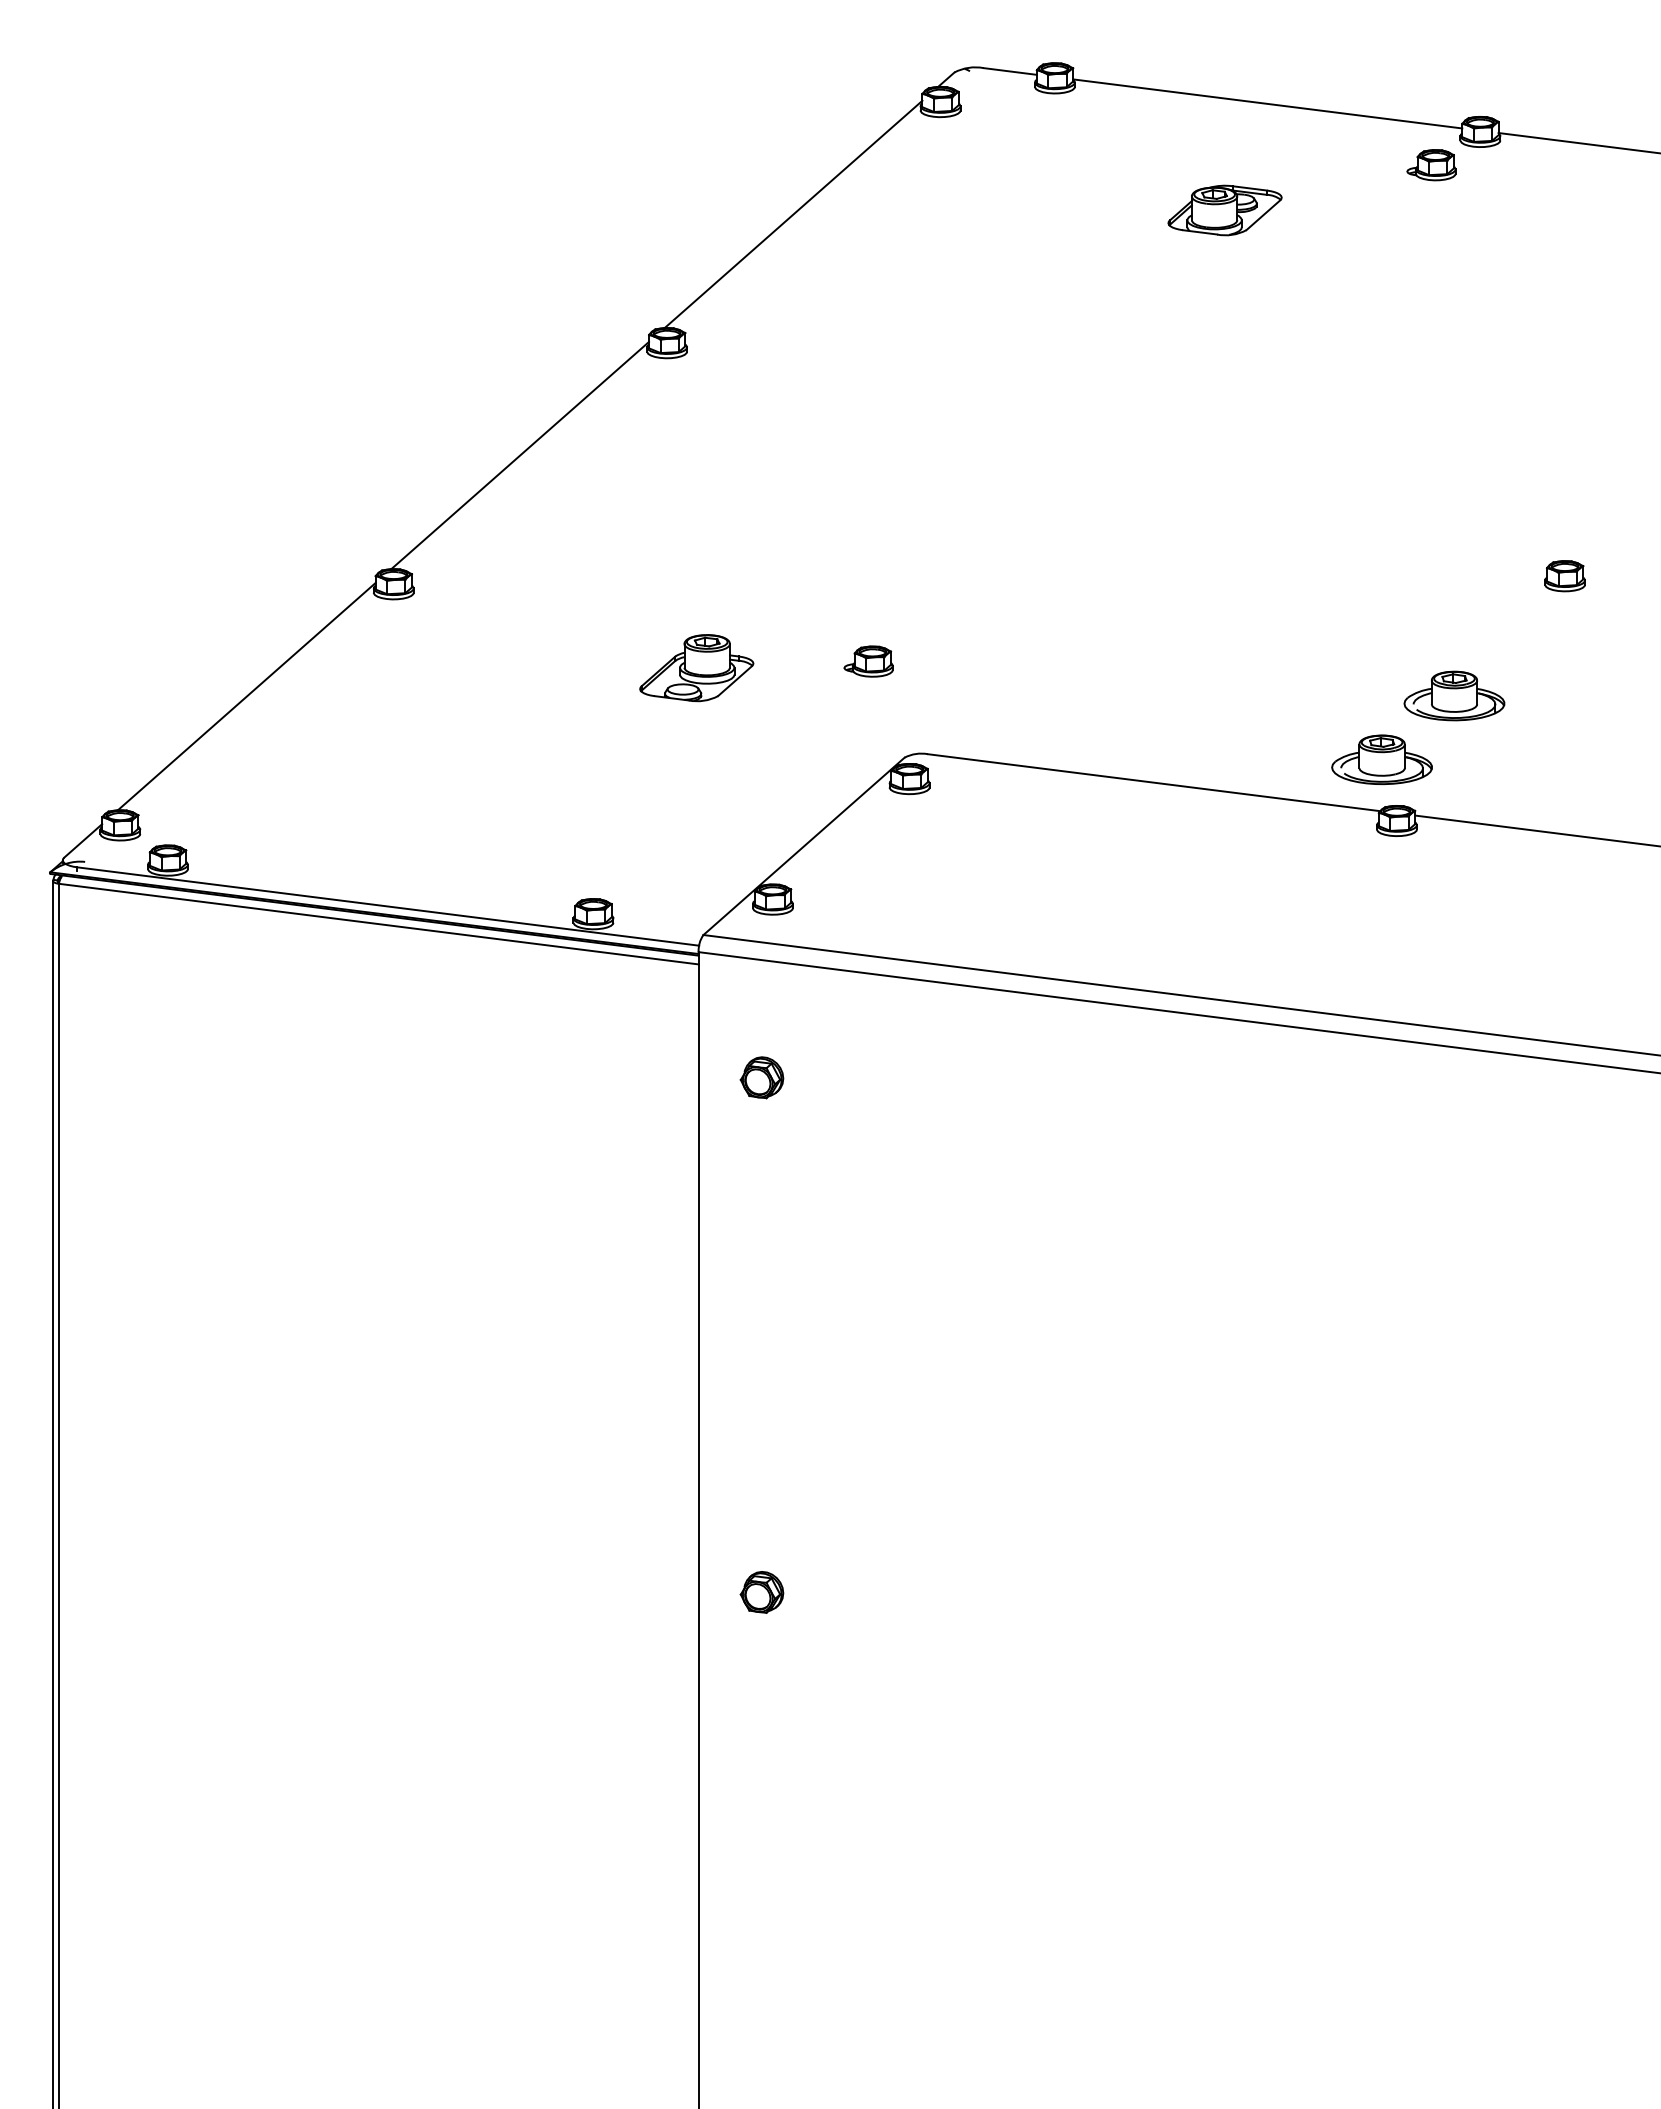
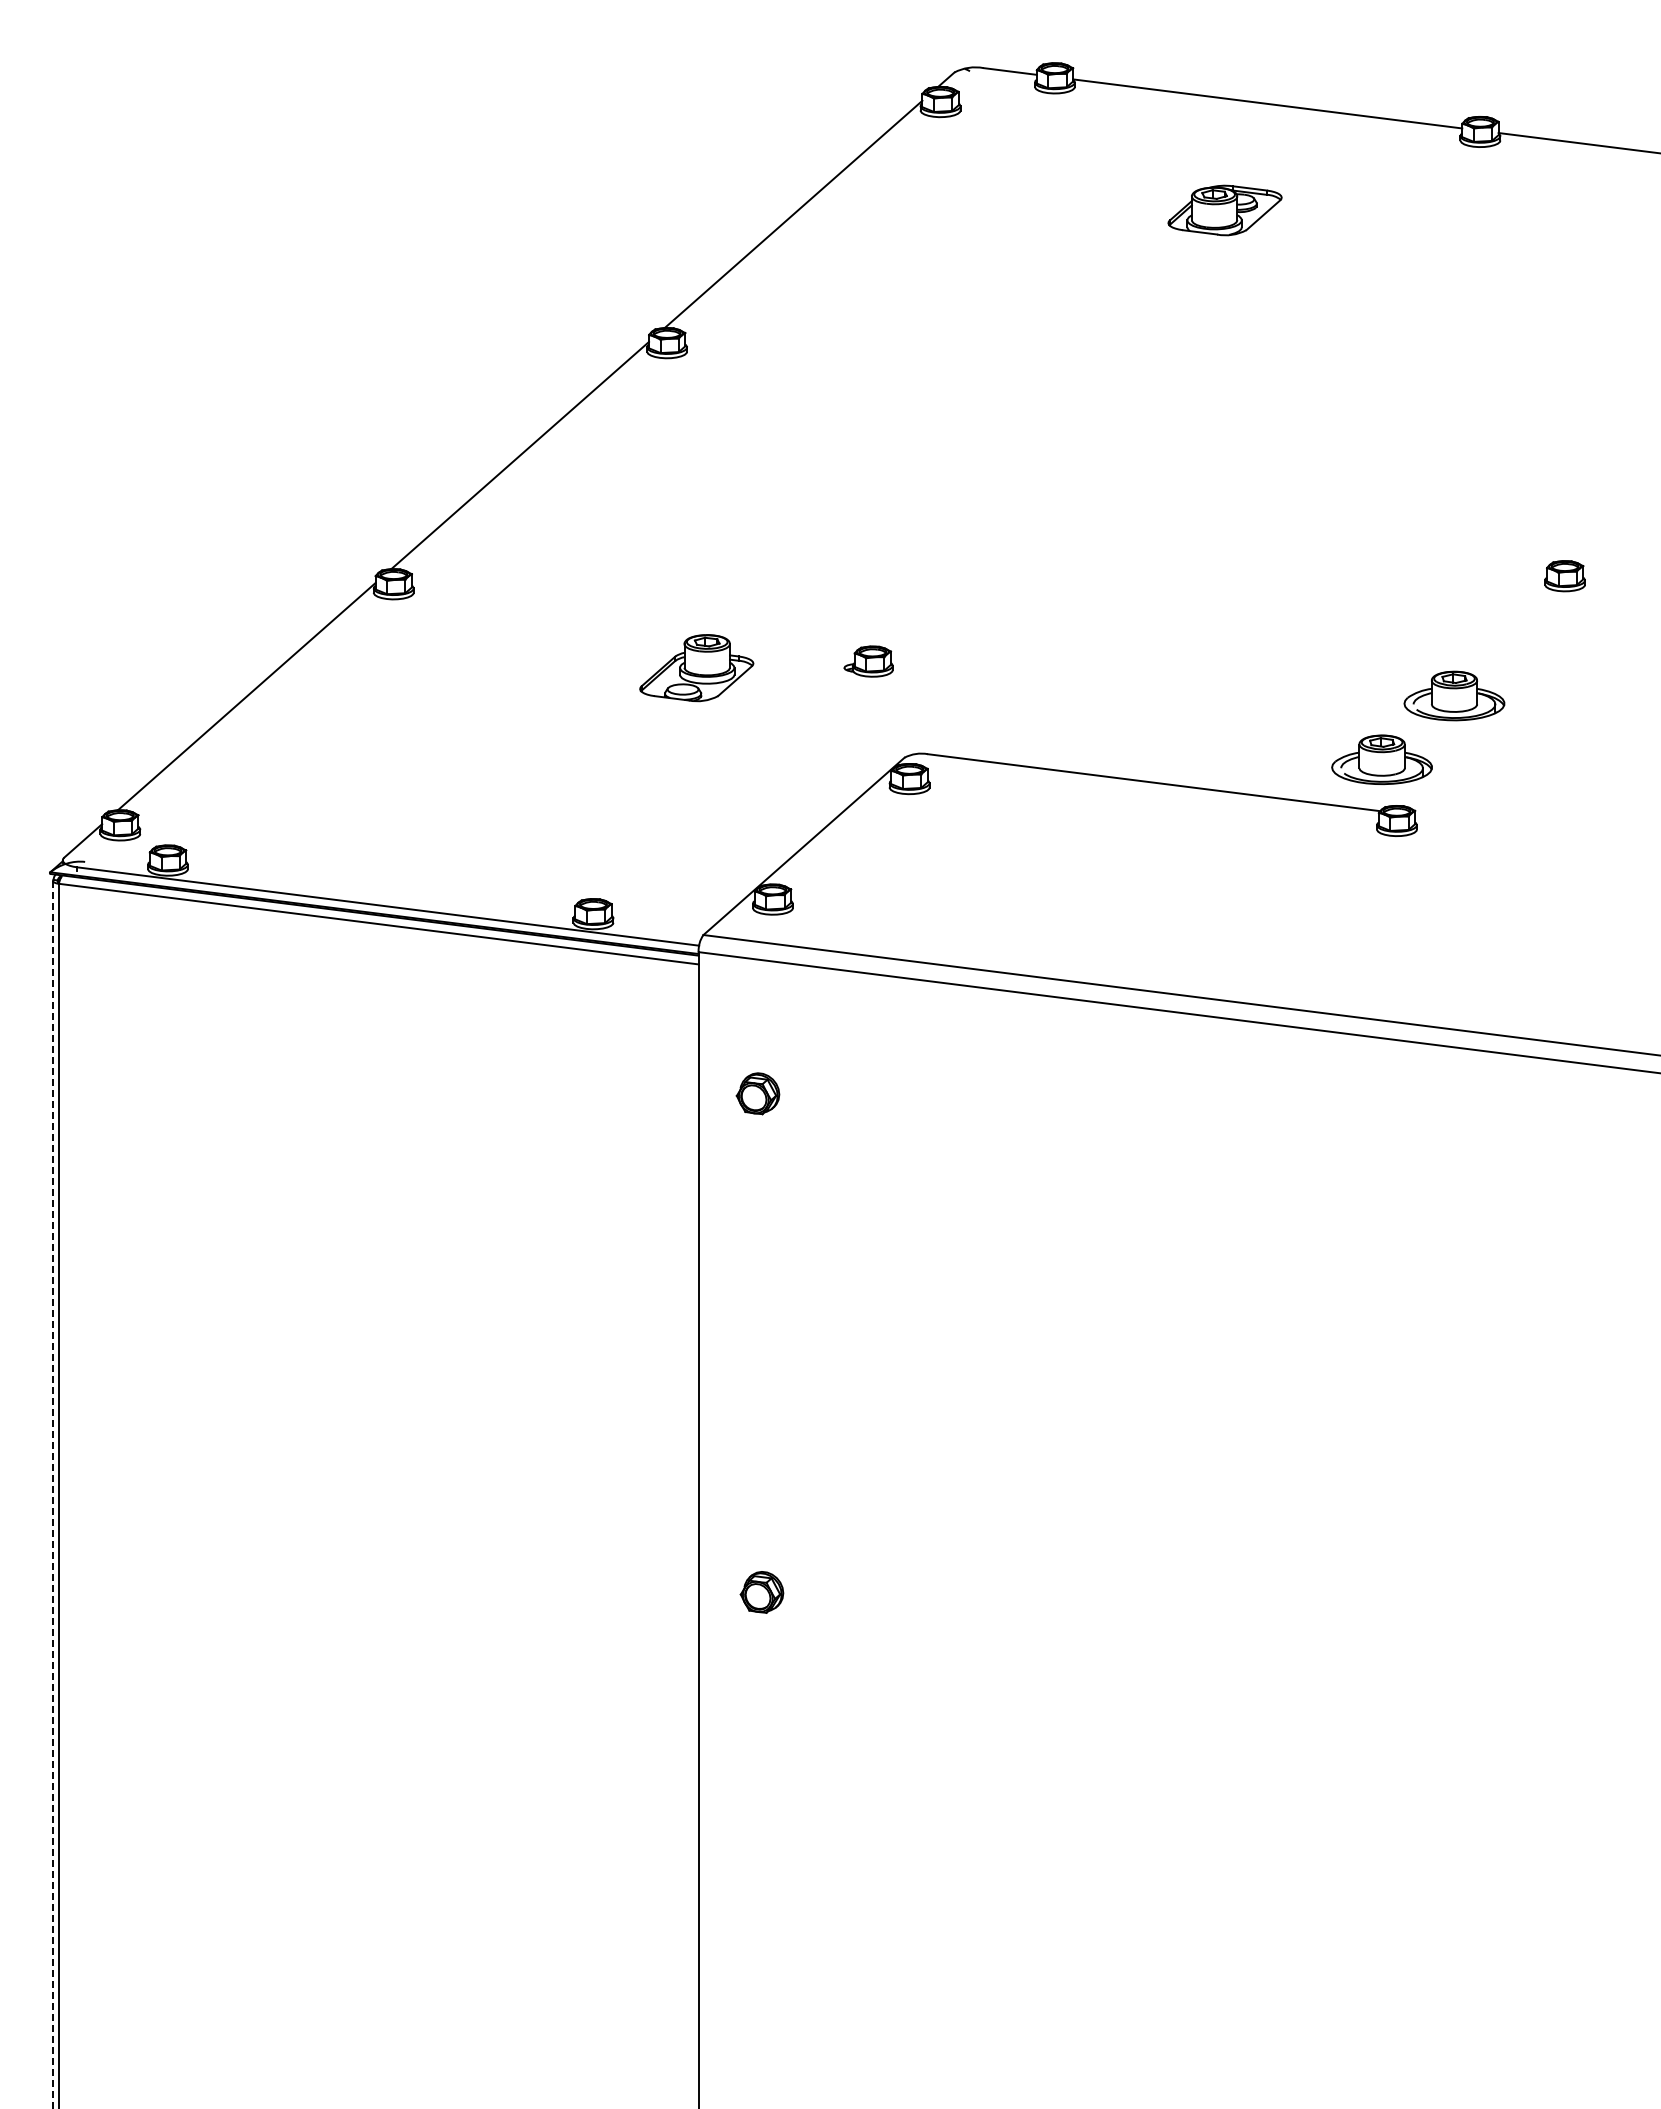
part at (1431, 165): present -> none
line at (1536, 830): present -> none
part at (761, 1077) position: (761, 1077) -> (757, 1093)
line at (52, 1494): solid -> dashed
